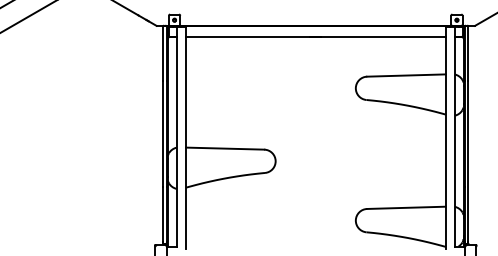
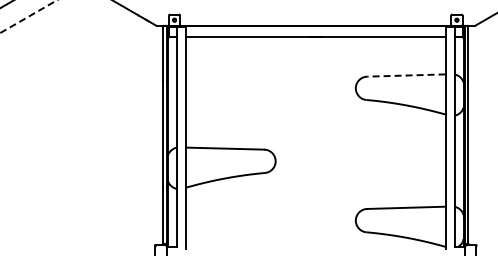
line at (28, 16): solid -> dashed
line at (405, 75): solid -> dashed
